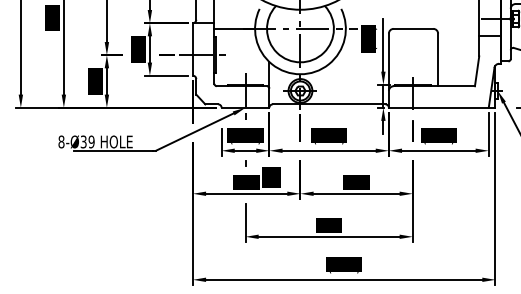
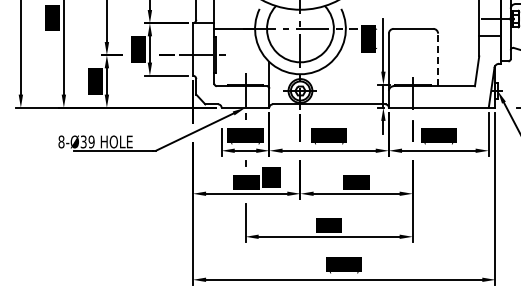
line at (438, 59): solid -> dashed
